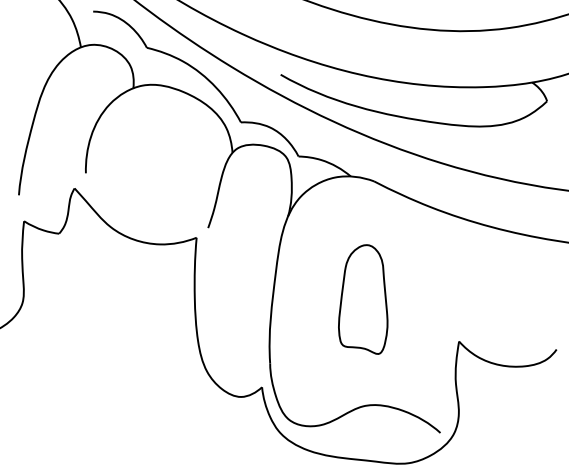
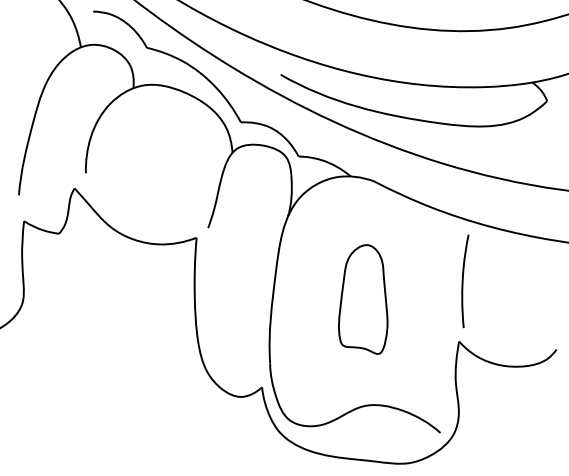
curve at (463, 281): none -> present
